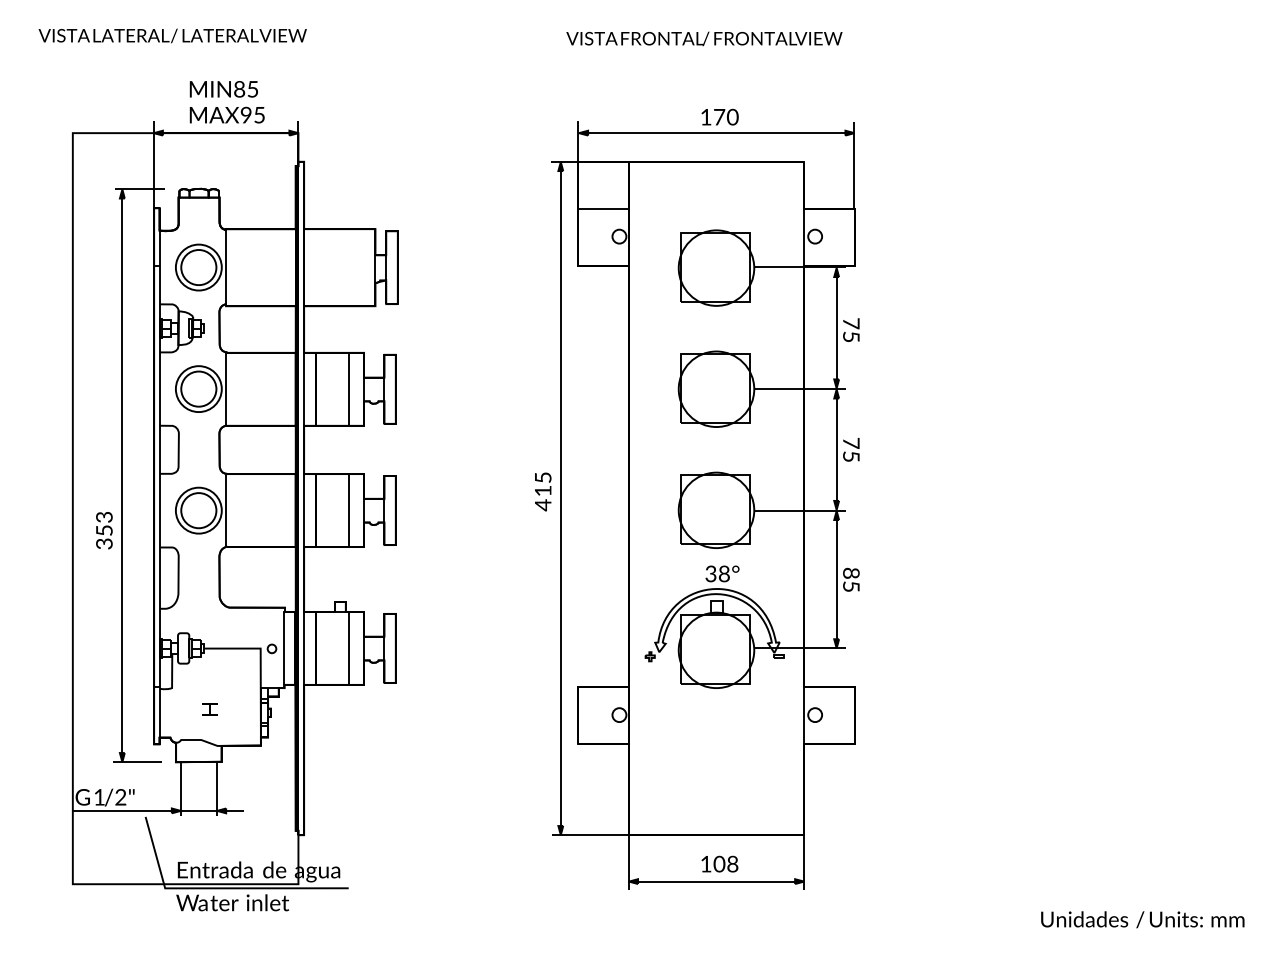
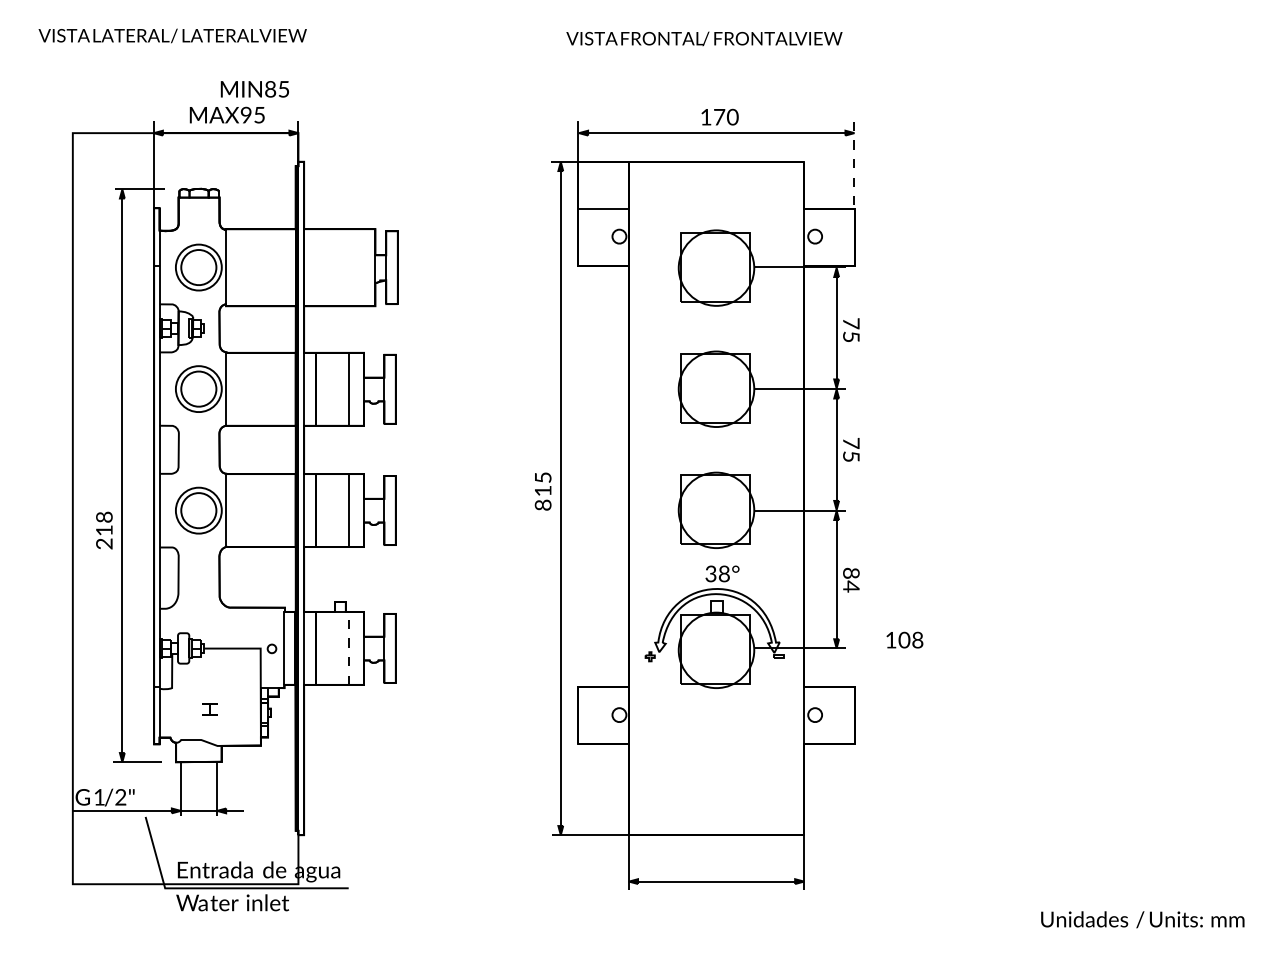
text at (223, 89) position: (223, 89) -> (254, 89)
line at (854, 165): solid -> dashed
text at (542, 505): 4 -> 8
text at (104, 530): 353 -> 218
text at (851, 586): 85 -> 84
line at (348, 647): solid -> dashed
text at (719, 863) position: (719, 863) -> (904, 639)
